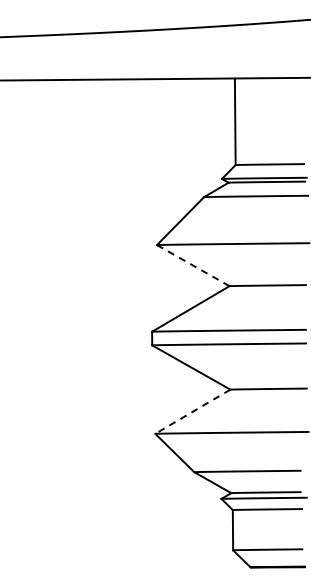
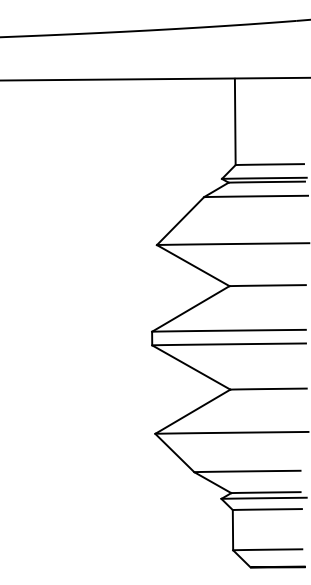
line at (193, 265): dashed -> solid
line at (192, 411): dashed -> solid
